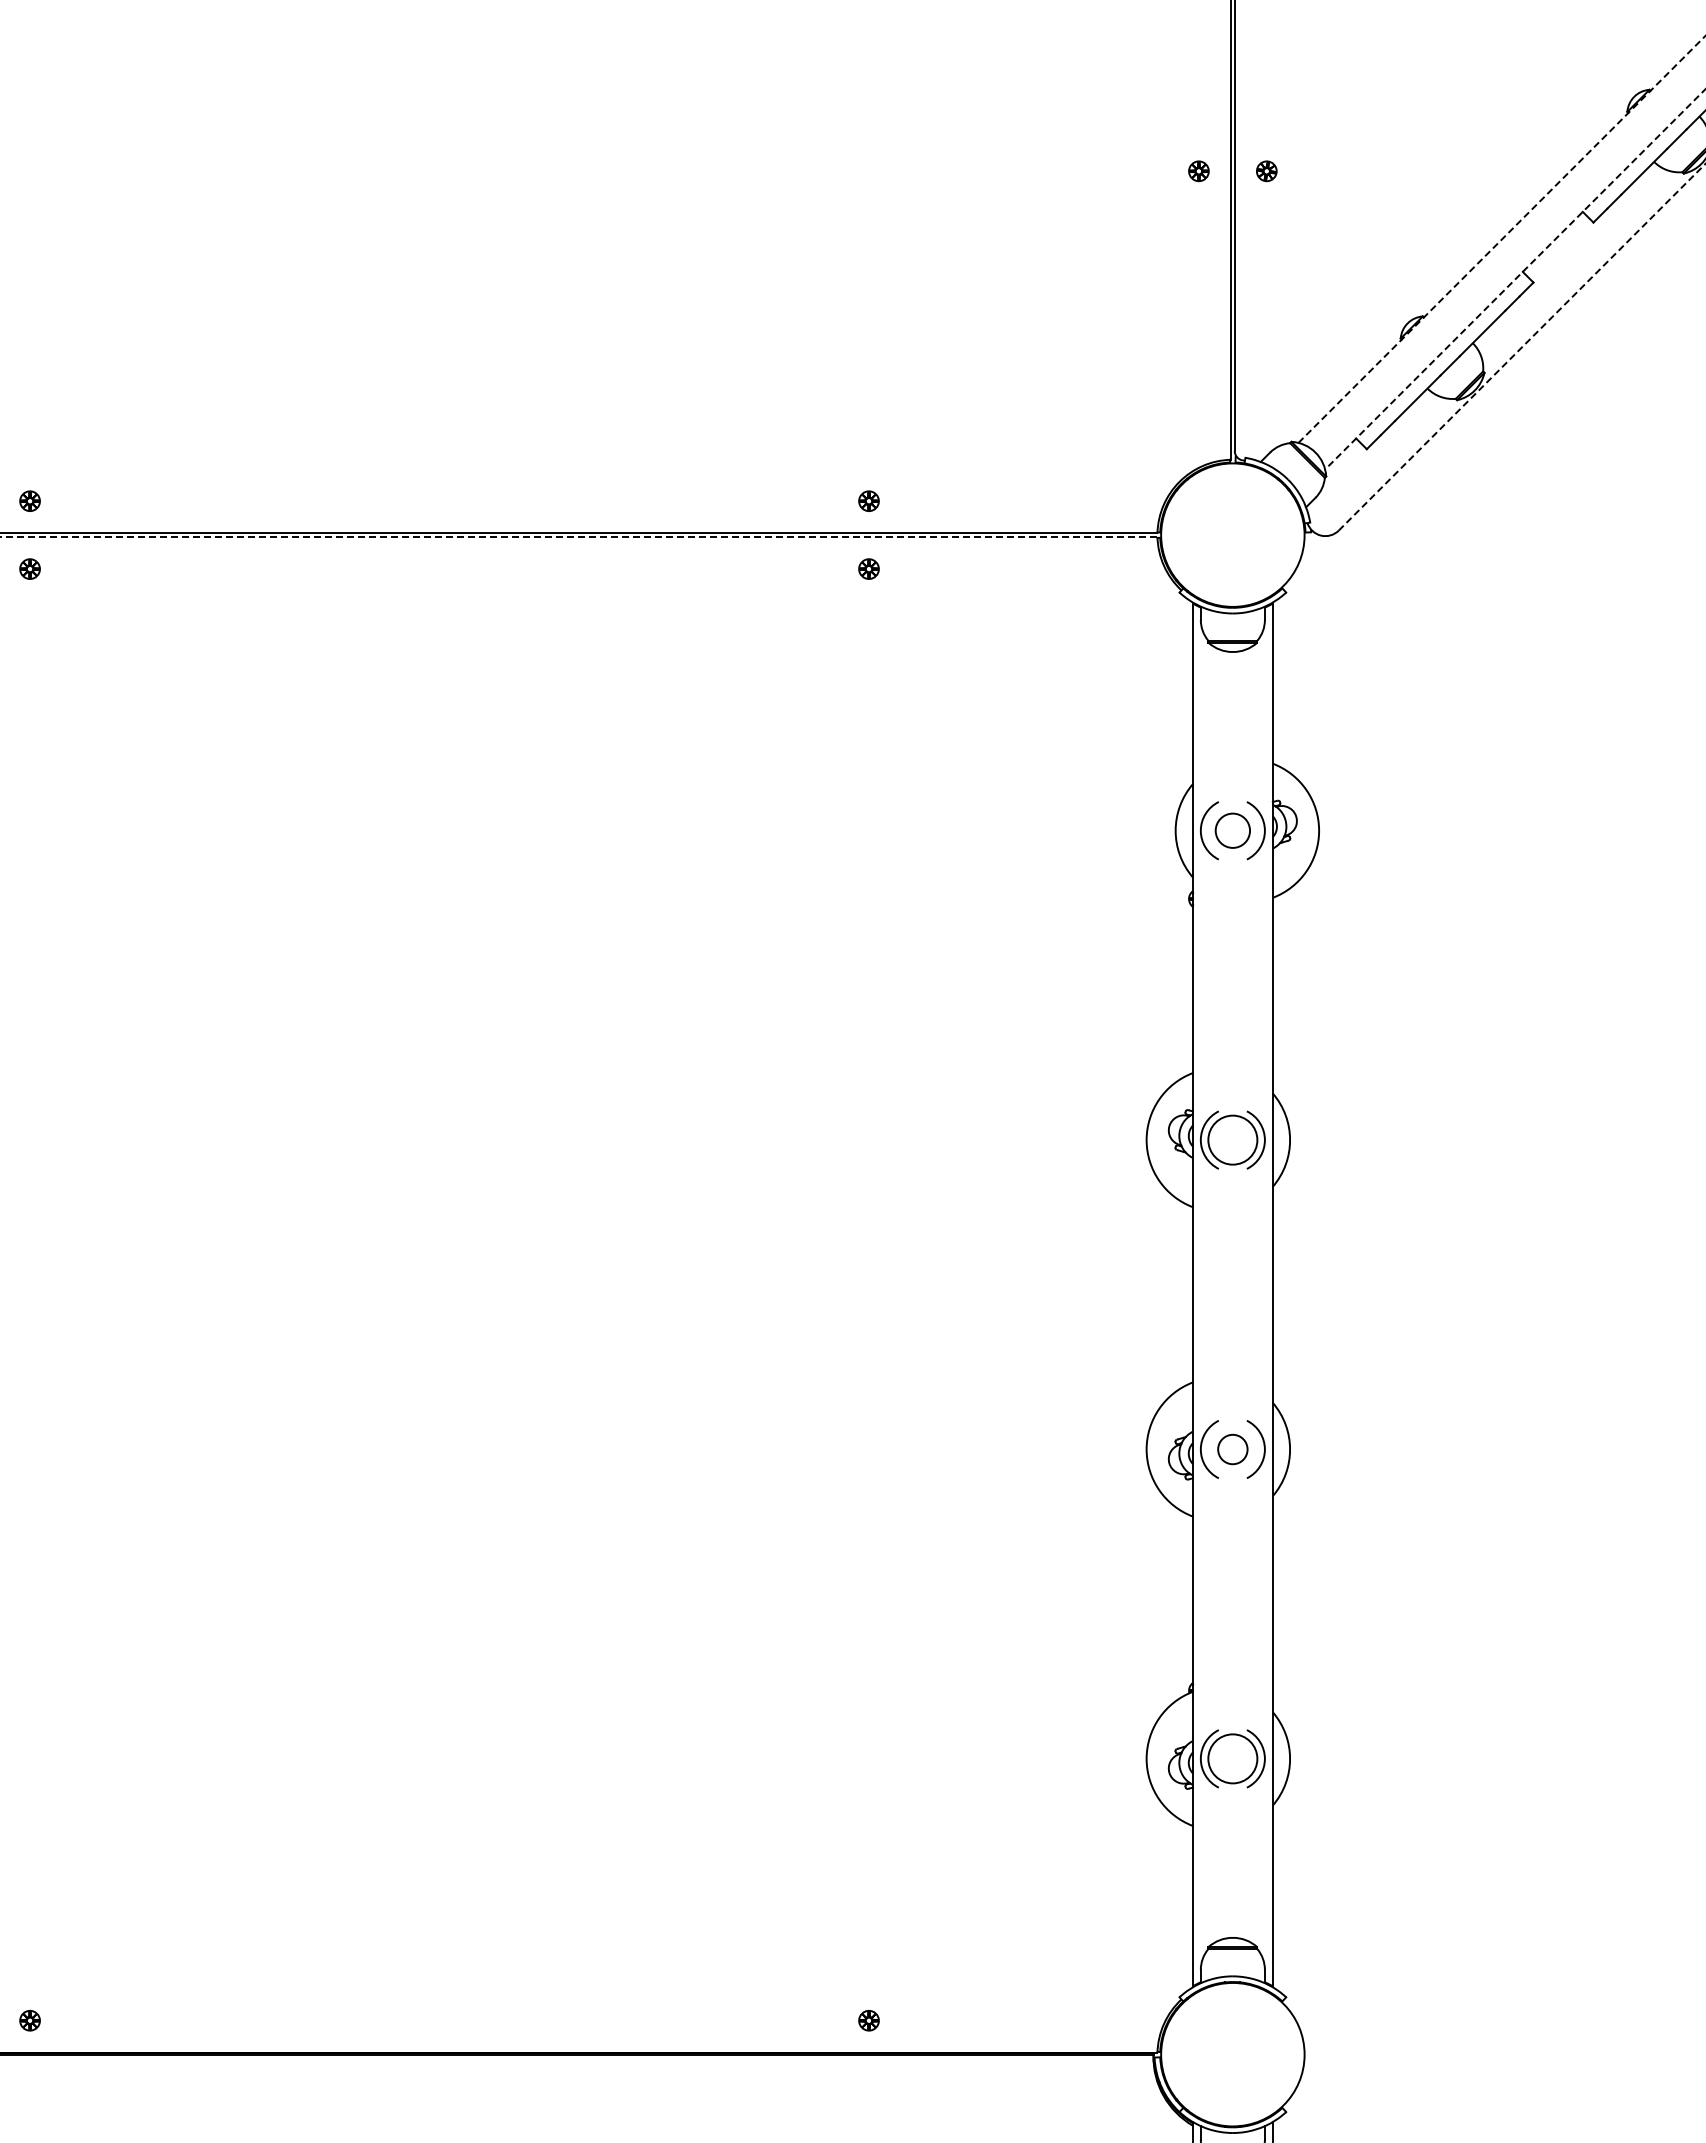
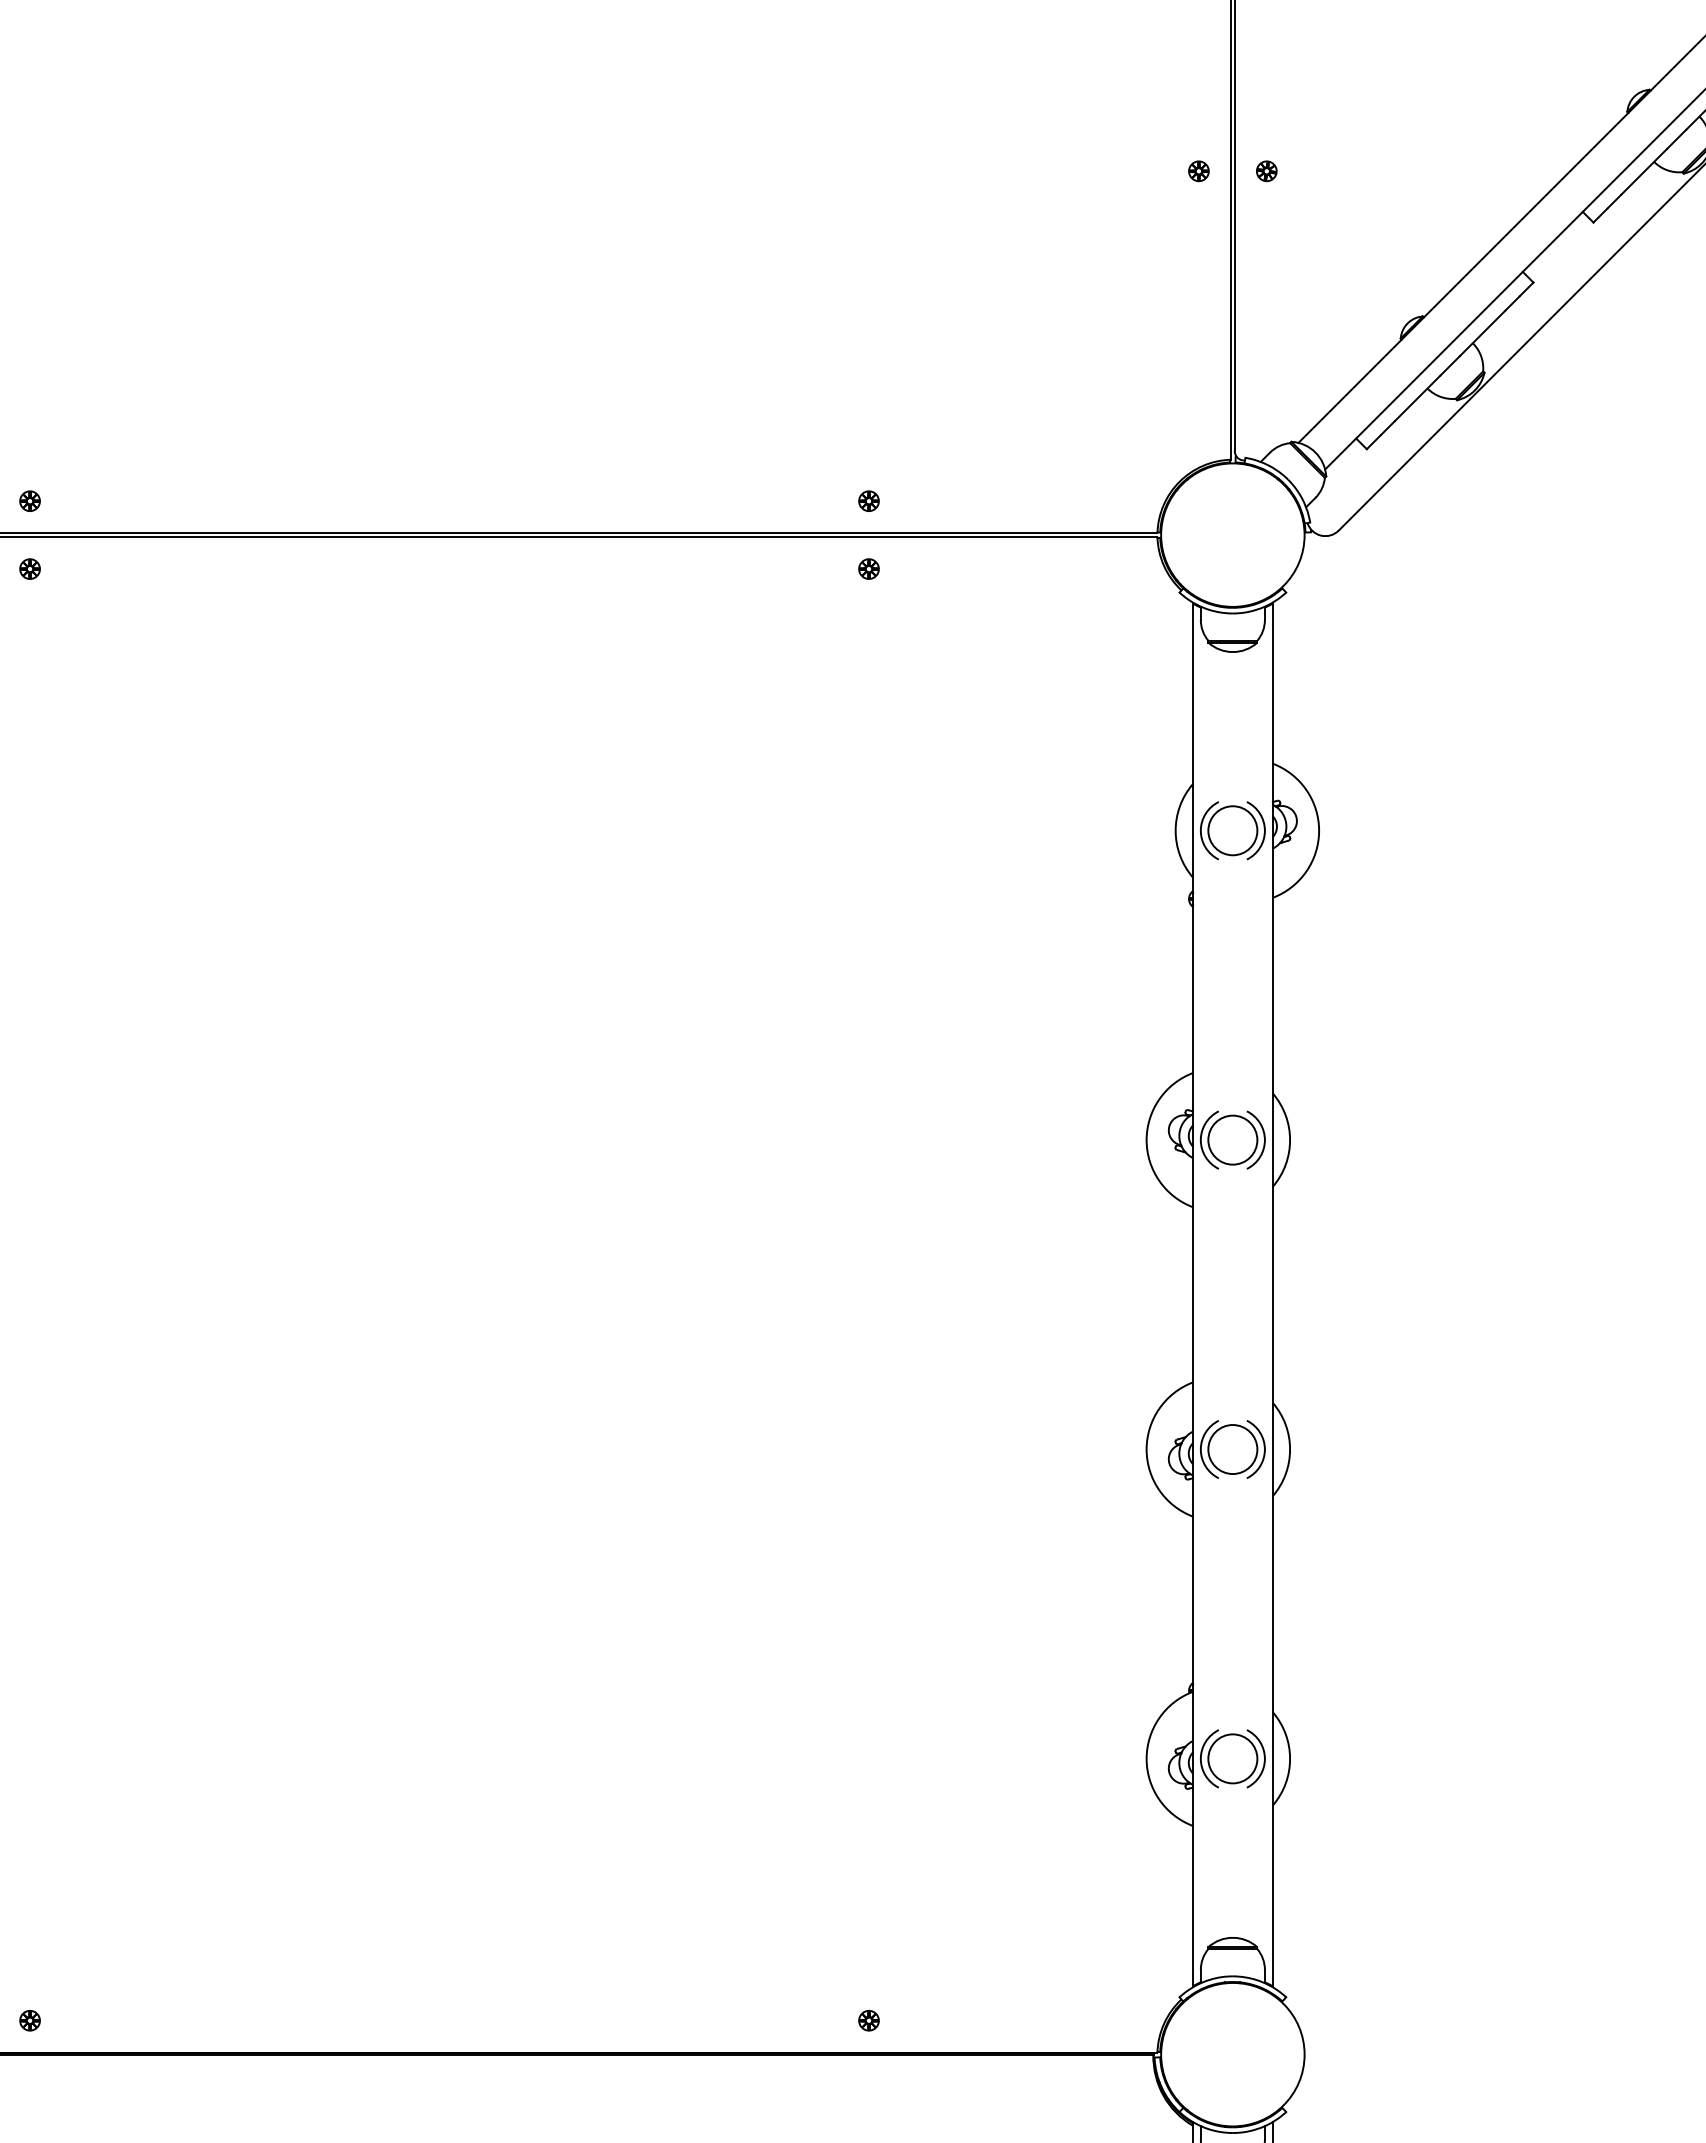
line at (1502, 239): dashed -> solid
line at (1515, 279): dashed -> solid
line at (1522, 346): dashed -> solid
line at (578, 537): dashed -> solid
circle at (1232, 830) diameter: 34 px -> 49 px
circle at (1232, 1449) diameter: 29 px -> 49 px
